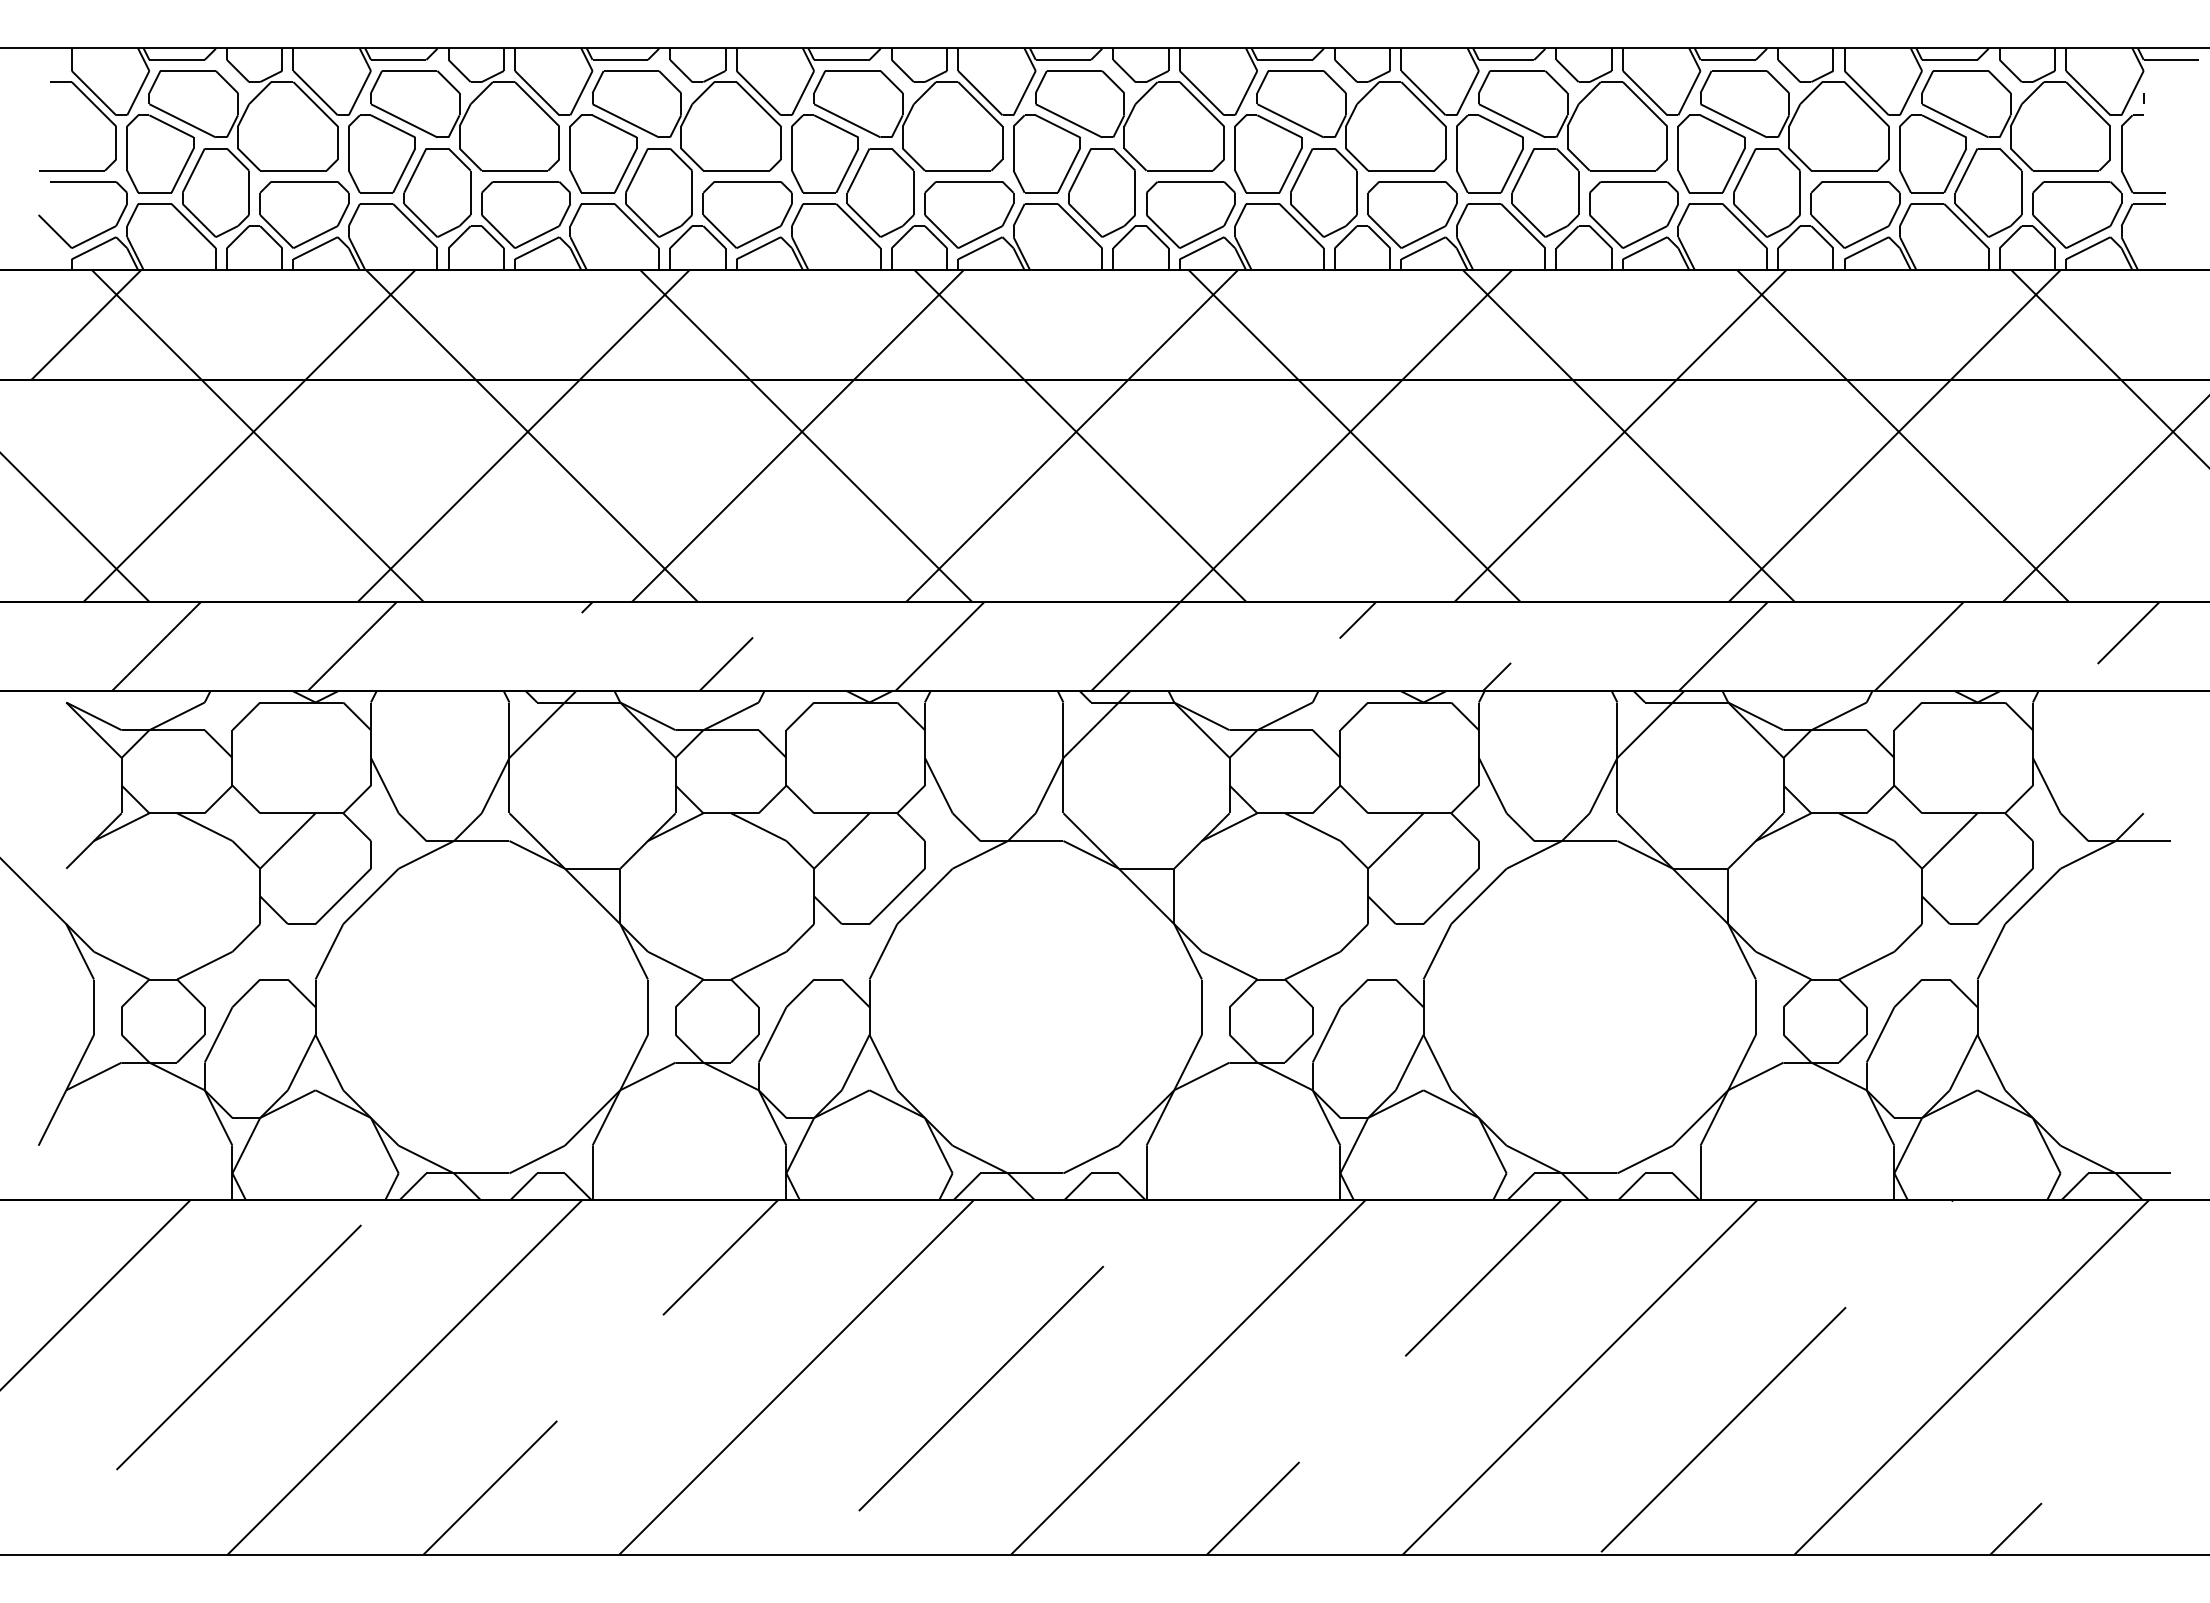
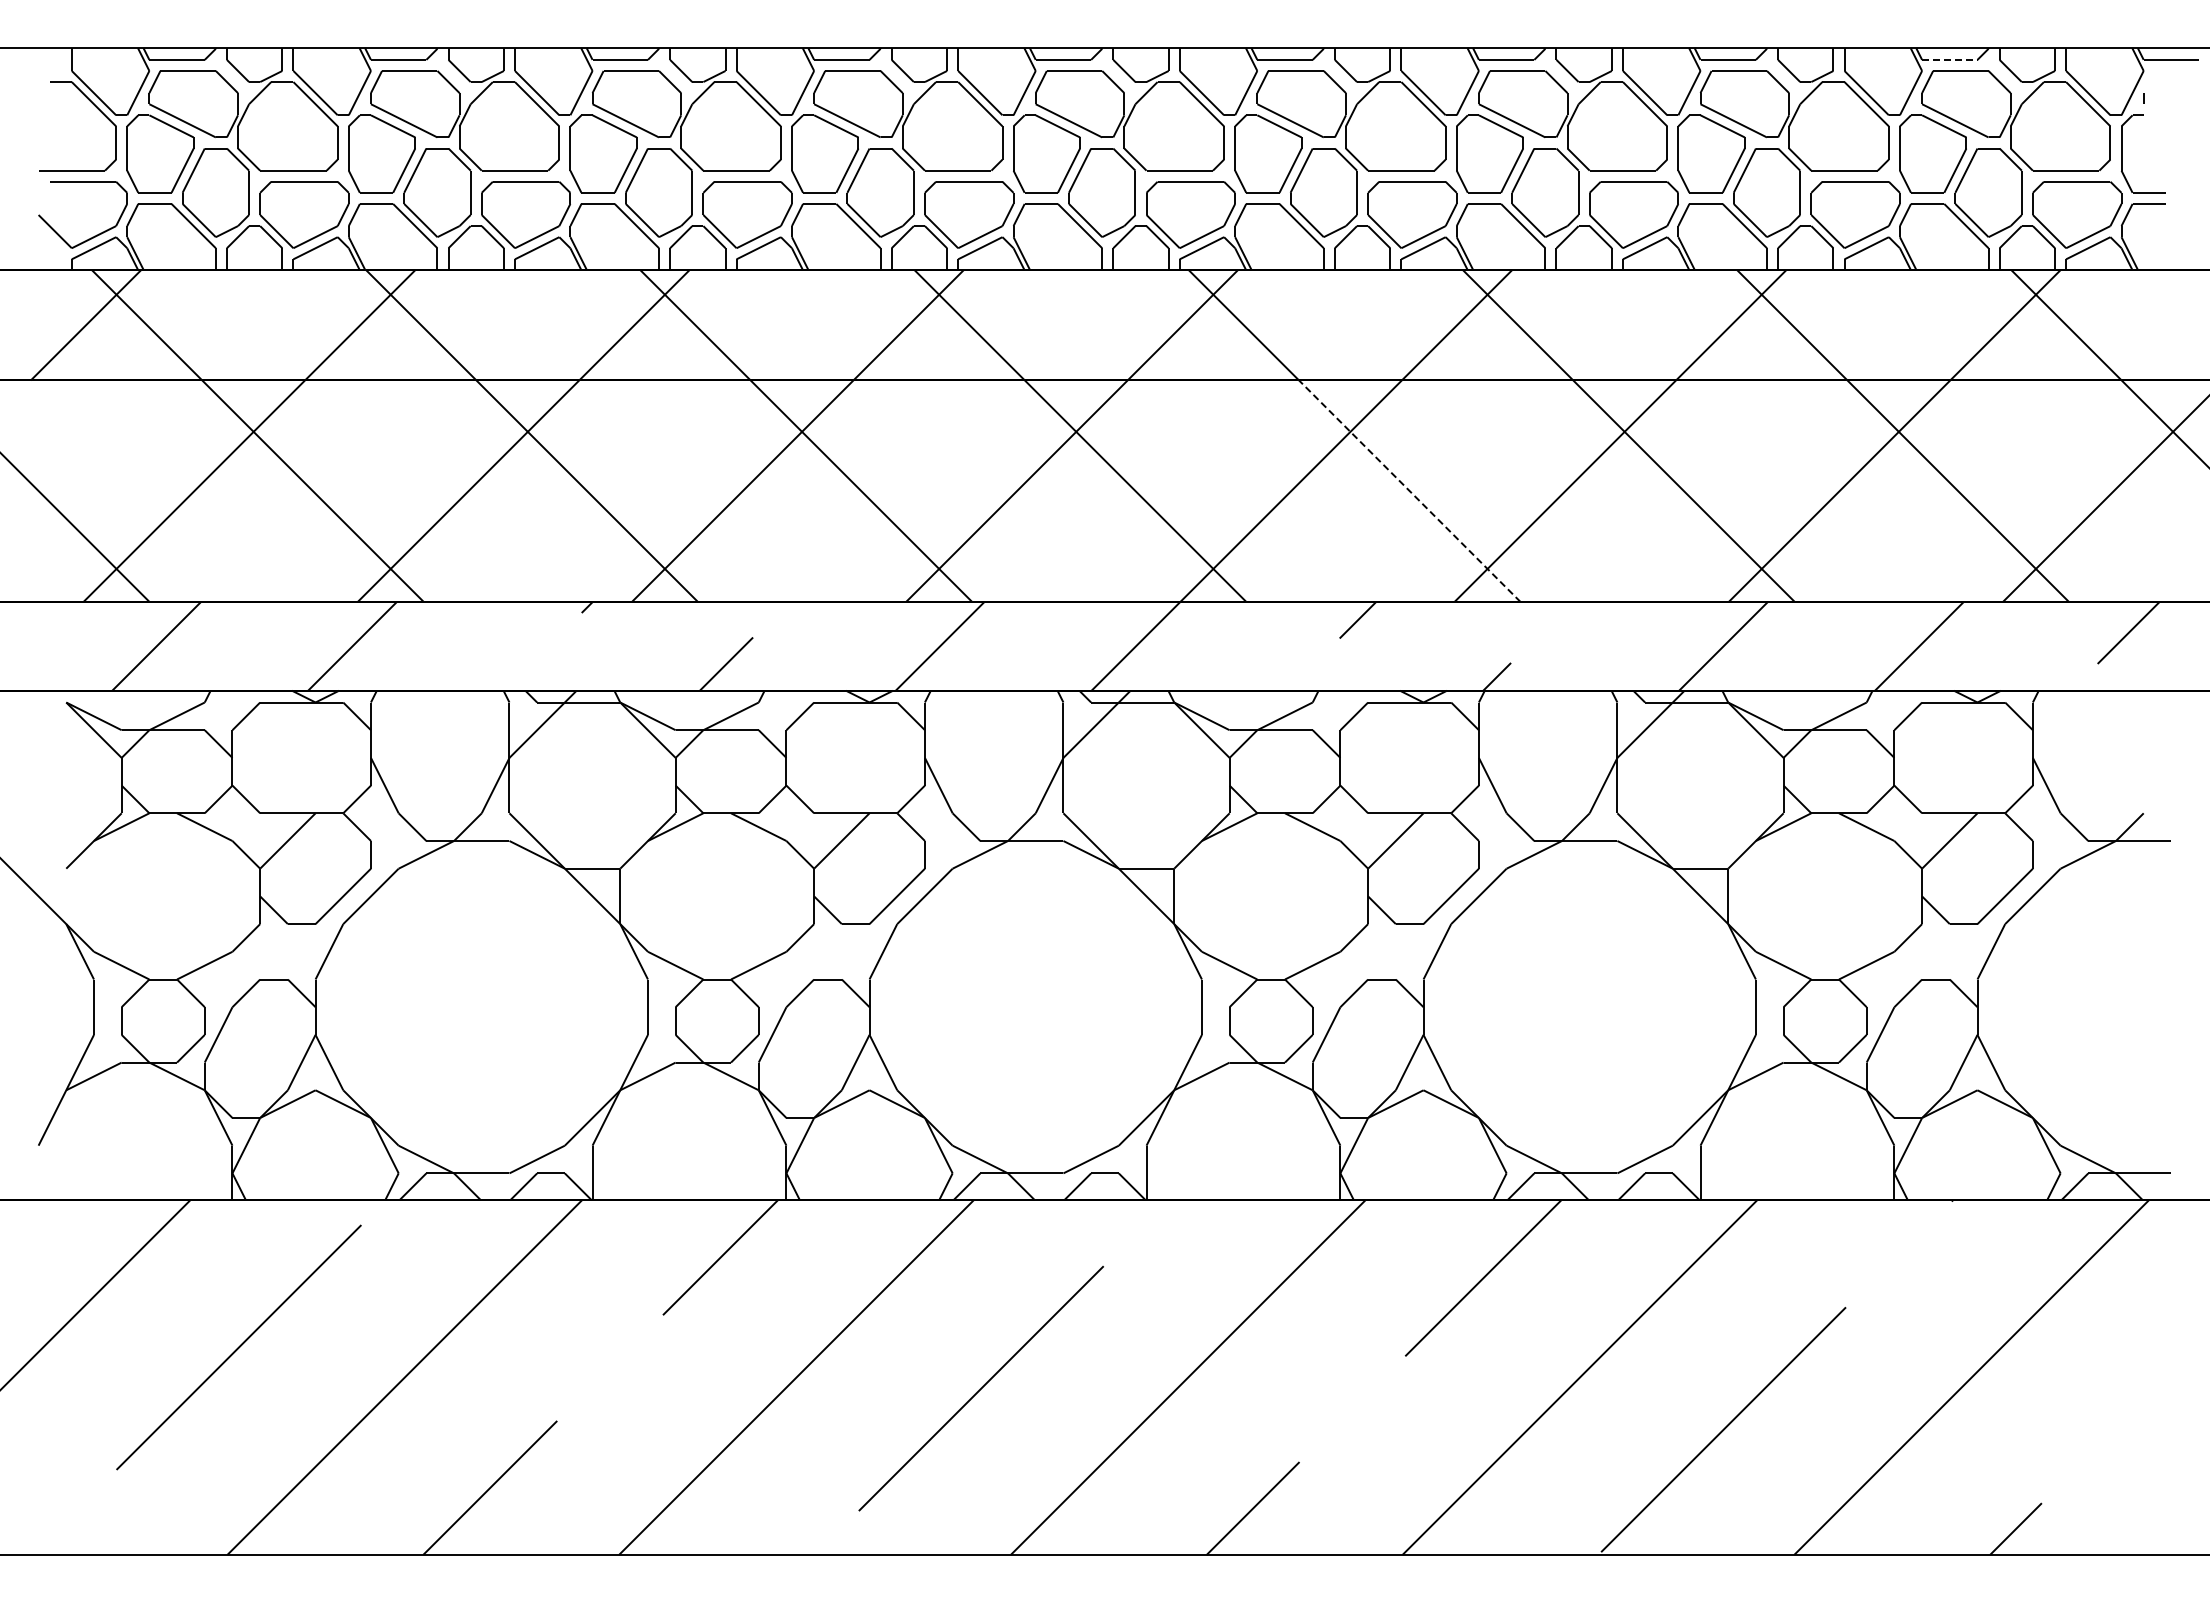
line at (1949, 59): solid -> dashed
line at (1409, 491): solid -> dashed
